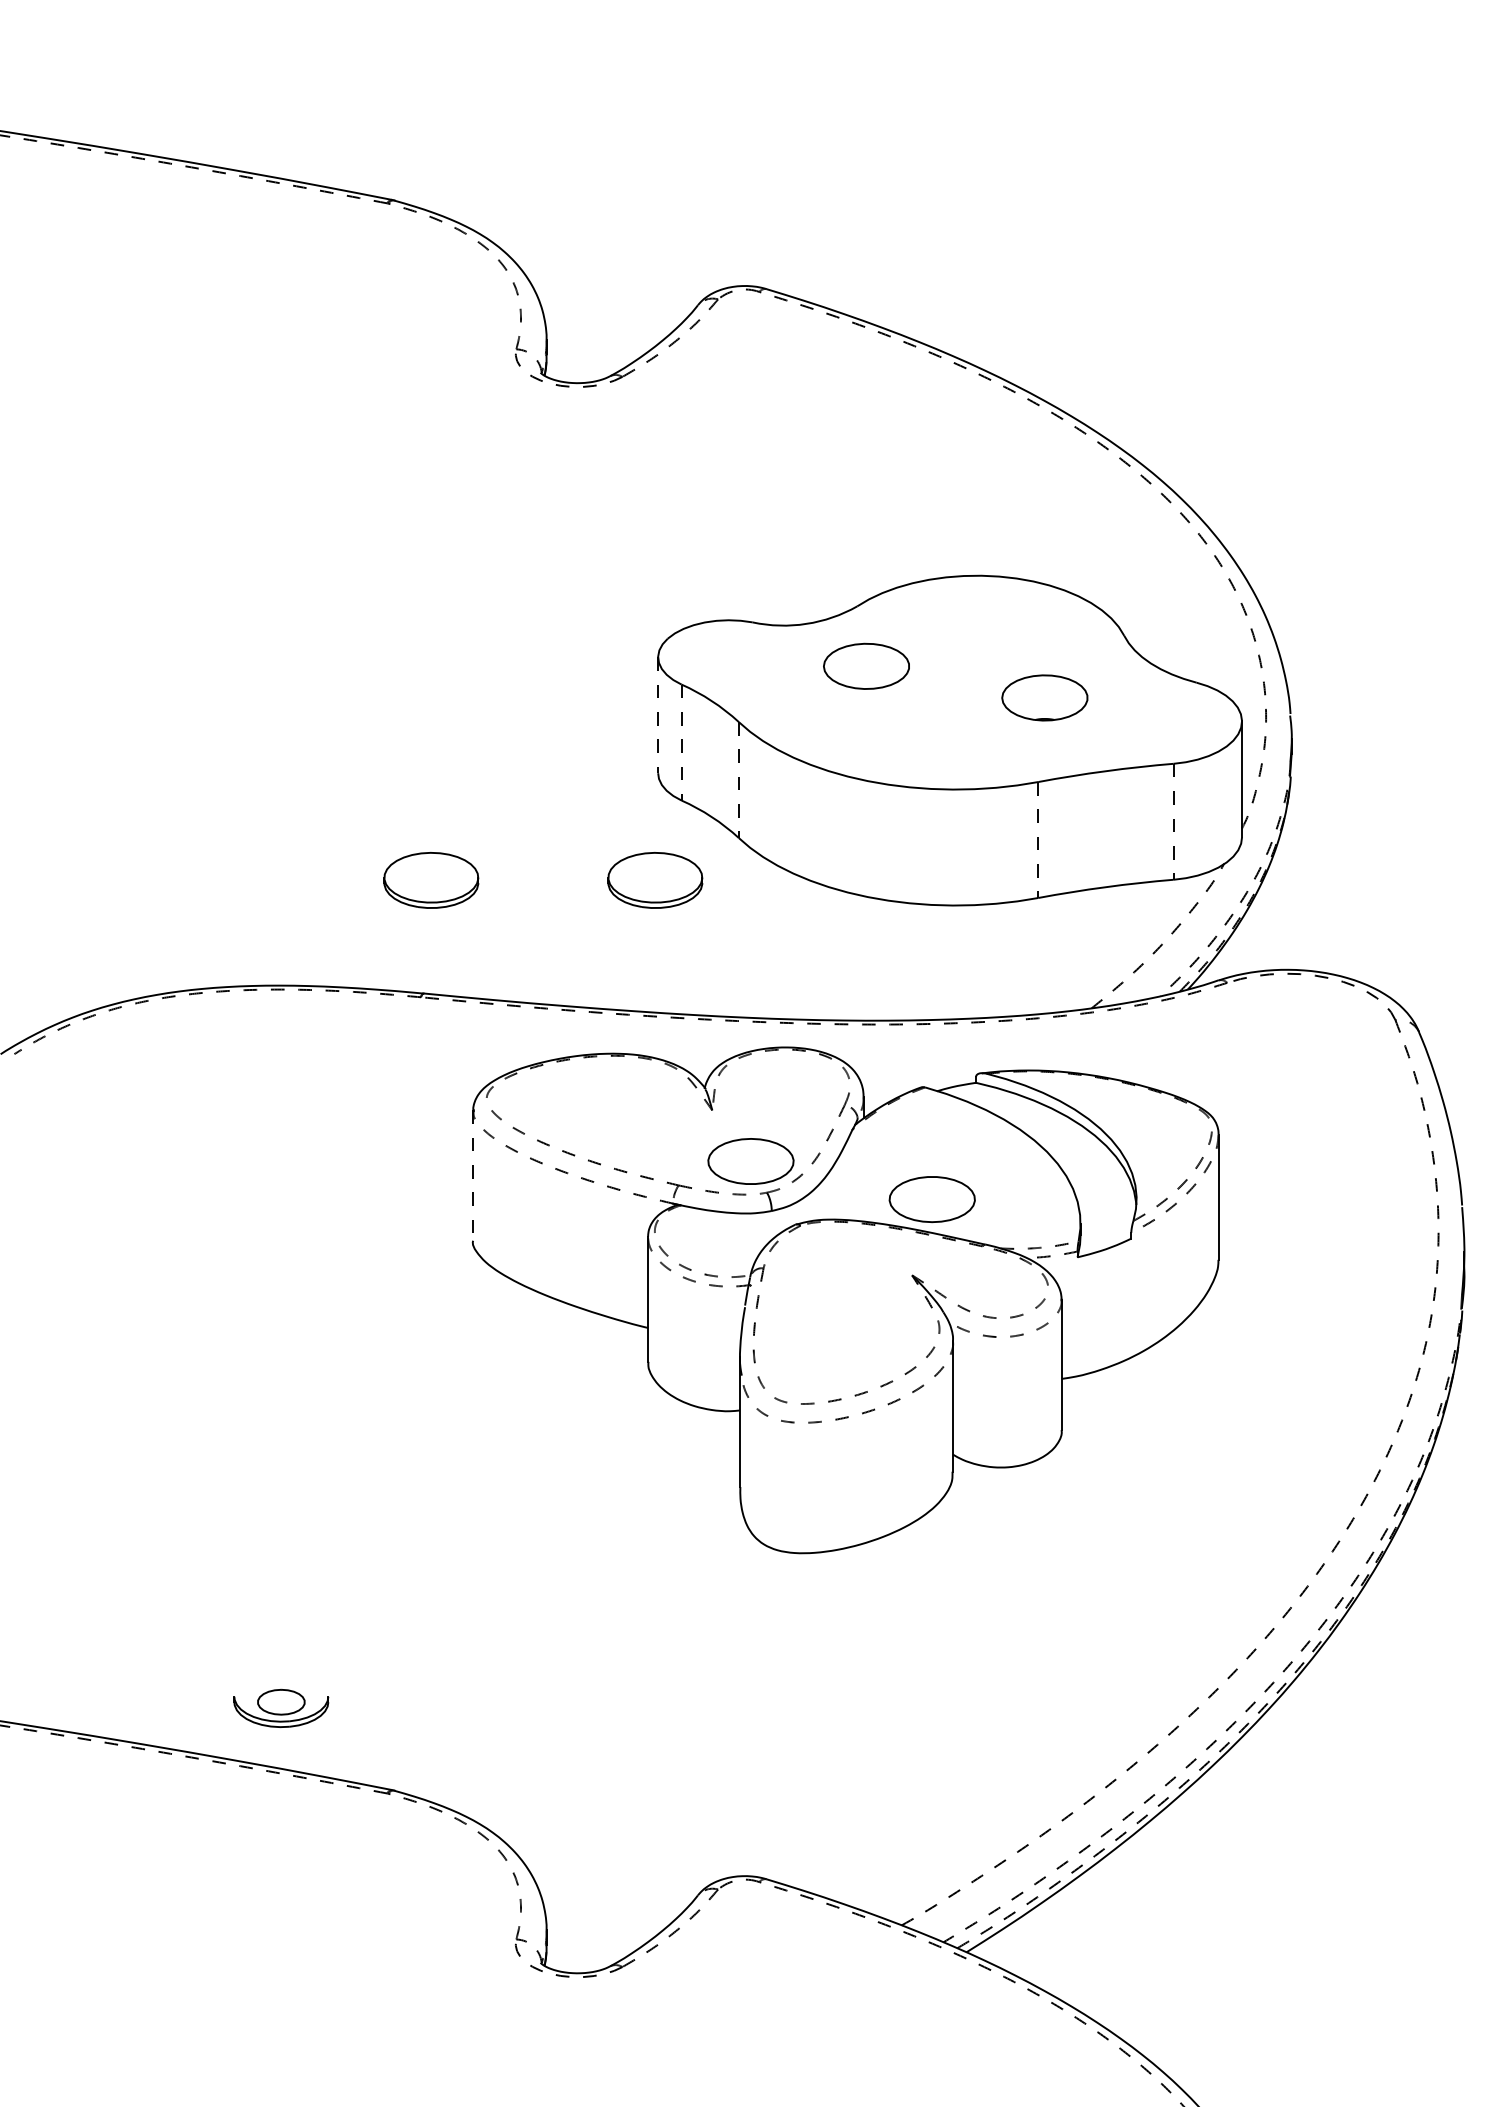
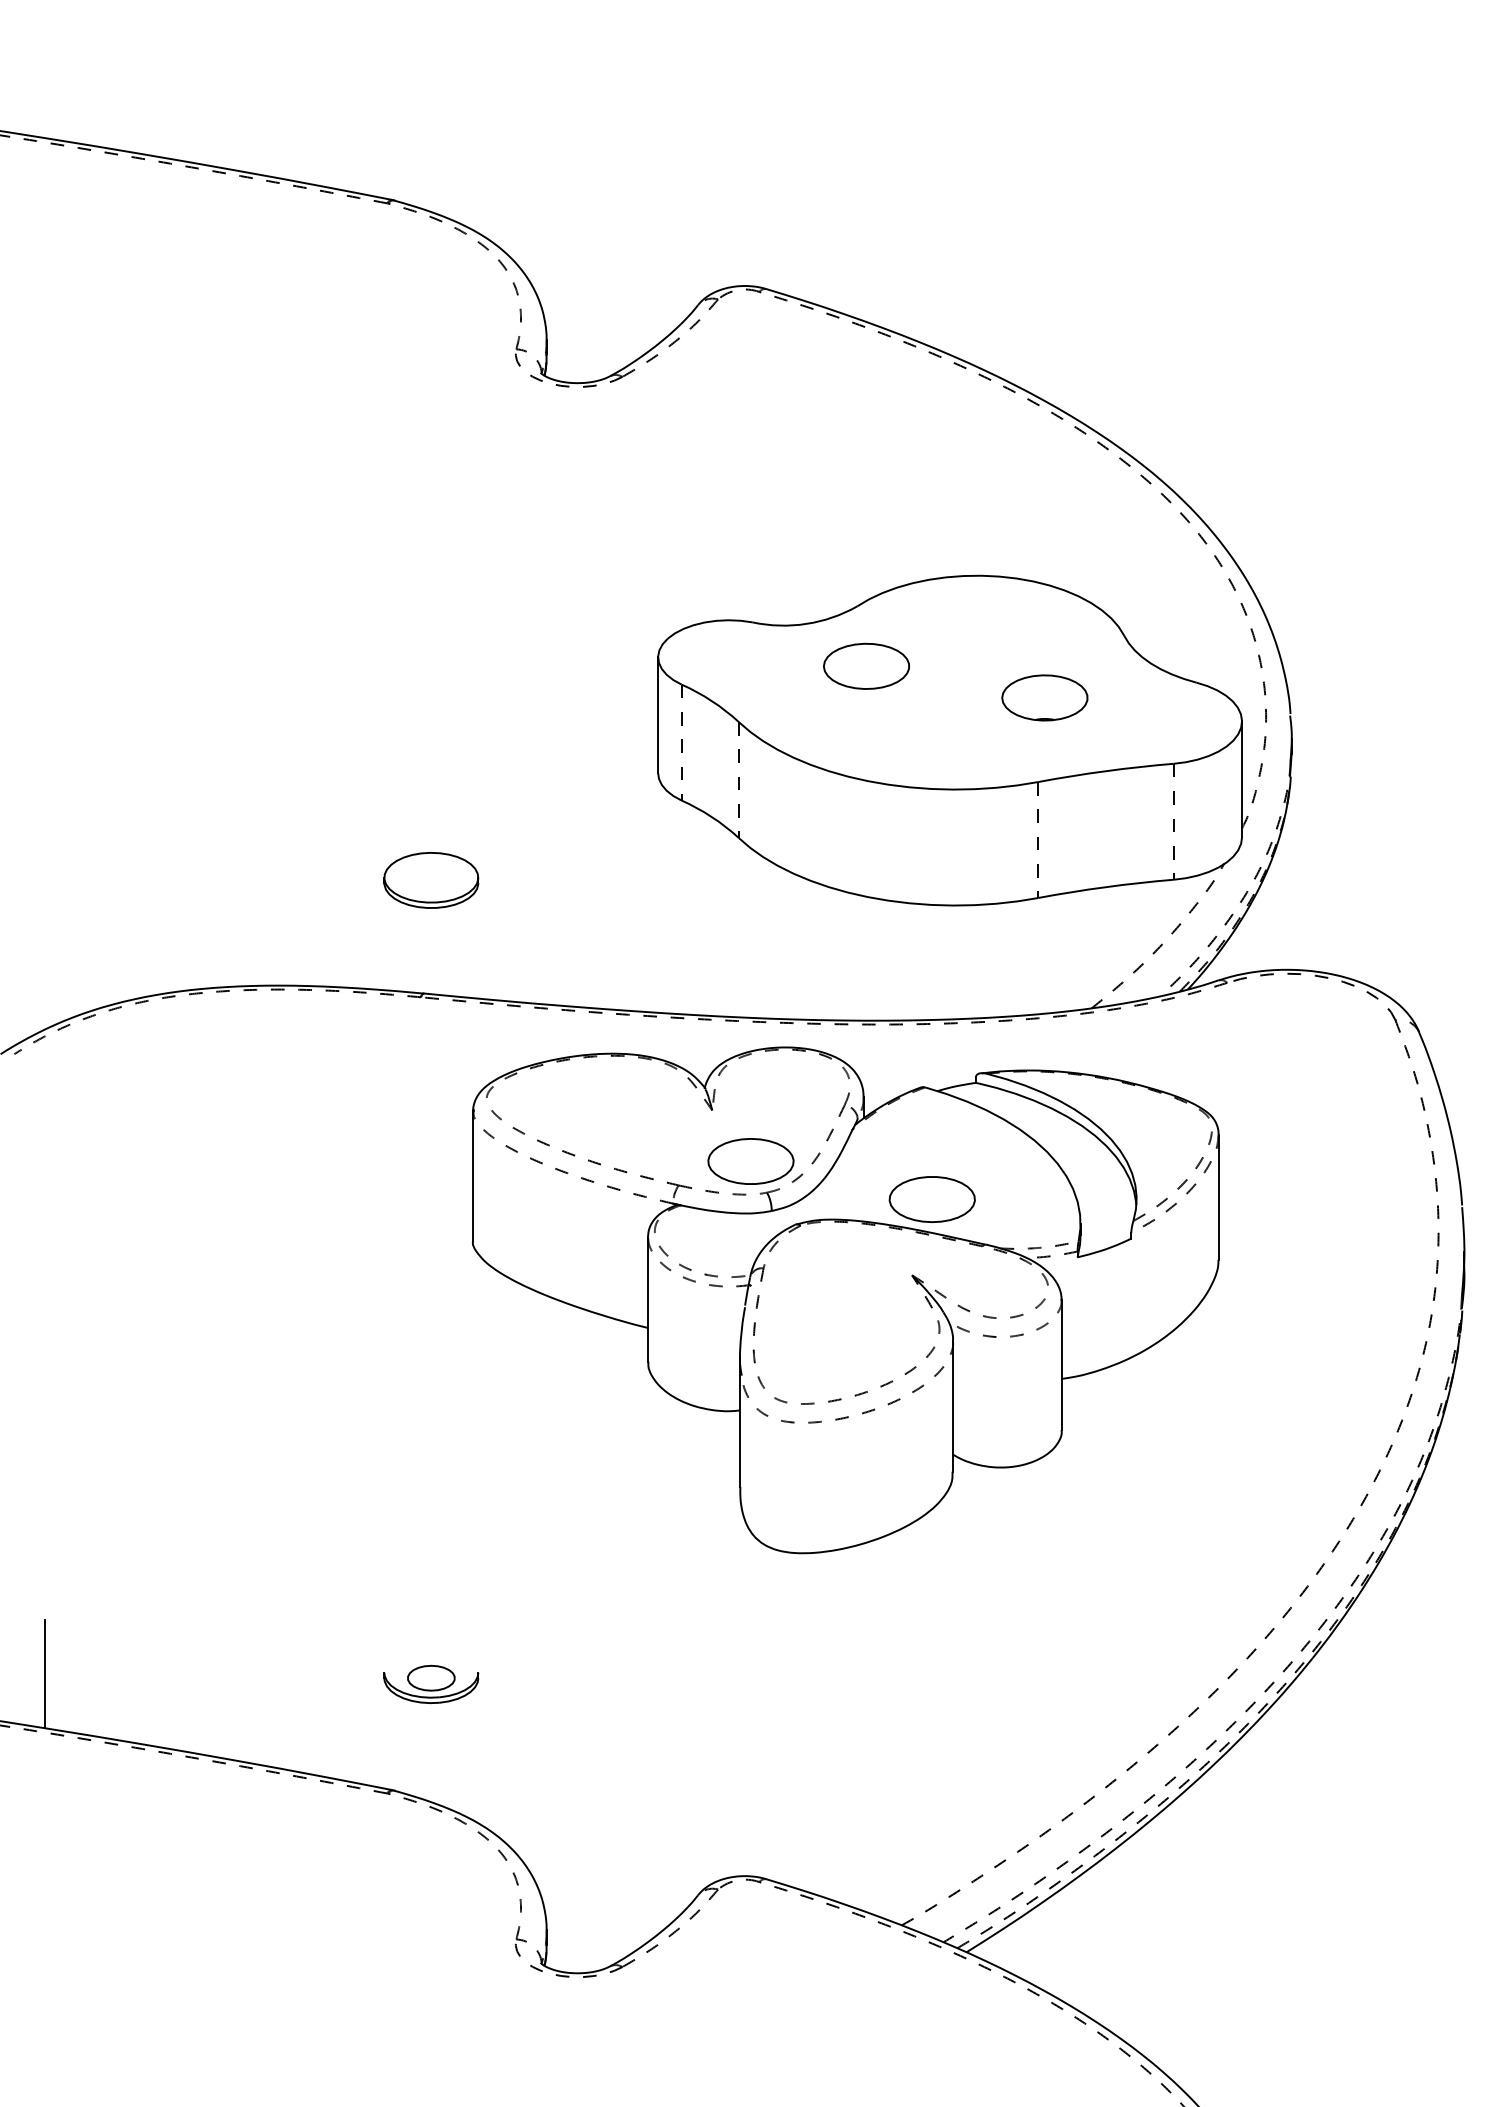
line at (658, 715): dashed -> solid
part at (655, 880): present -> none
line at (473, 1176): dashed -> solid
line at (45, 1673): none -> present
part at (281, 1707) position: (281, 1707) -> (431, 1683)
